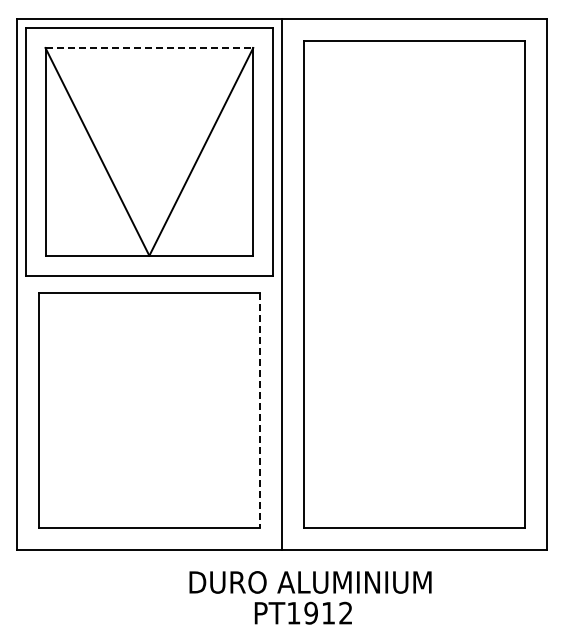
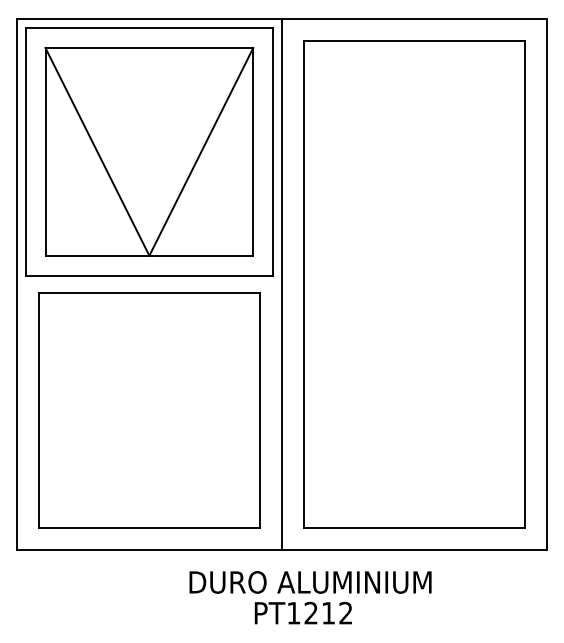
line at (149, 48): dashed -> solid
line at (259, 411): dashed -> solid
text at (310, 613): PT1912 -> PT1212
